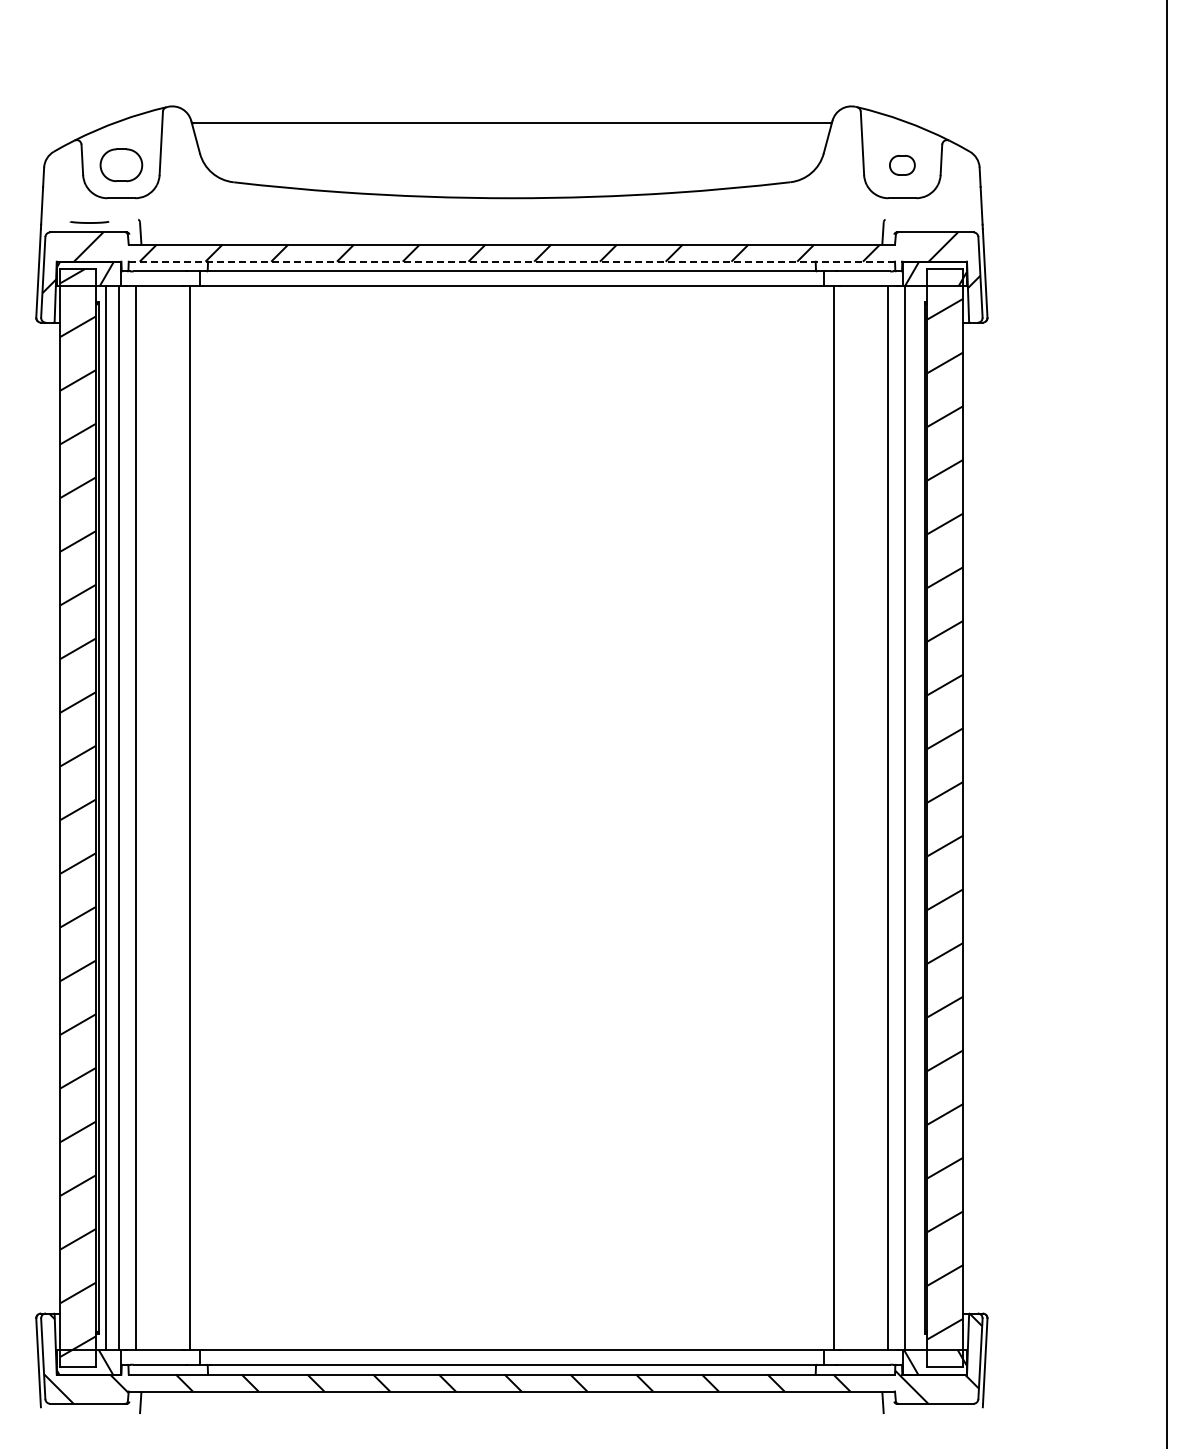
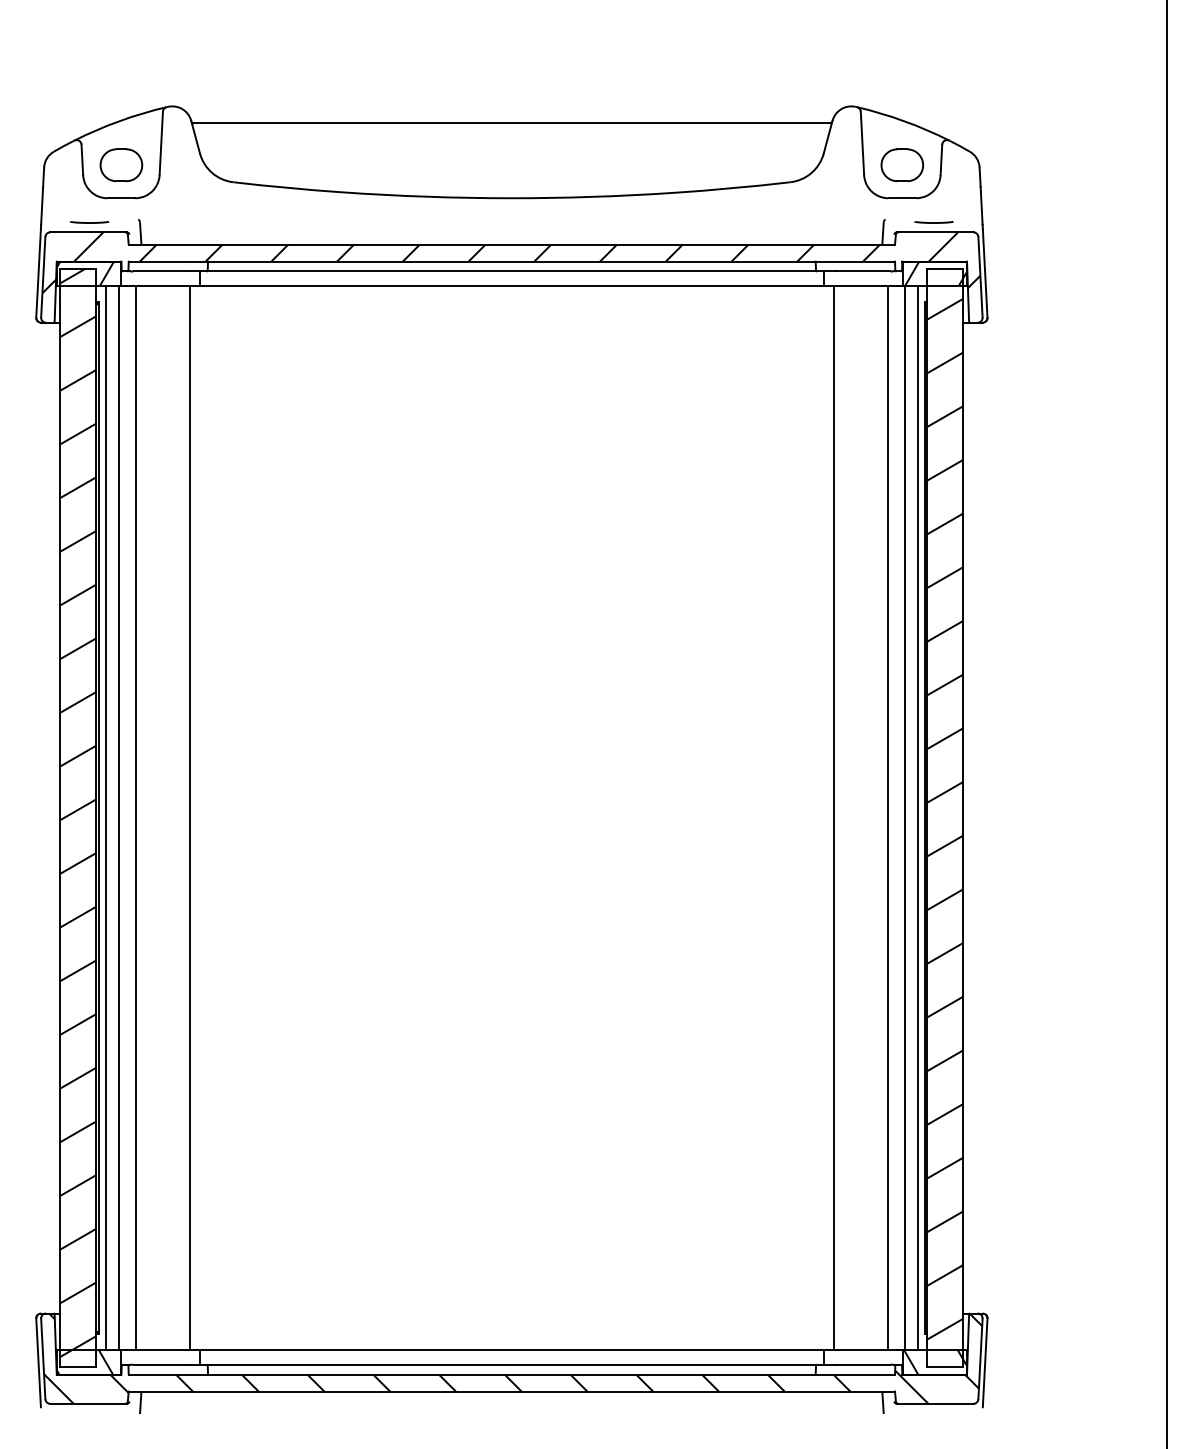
part at (902, 165) size: 27x21 px -> 45x35 px
line at (933, 222): none -> present
line at (512, 261): dashed -> solid
line at (917, 818): none -> present
